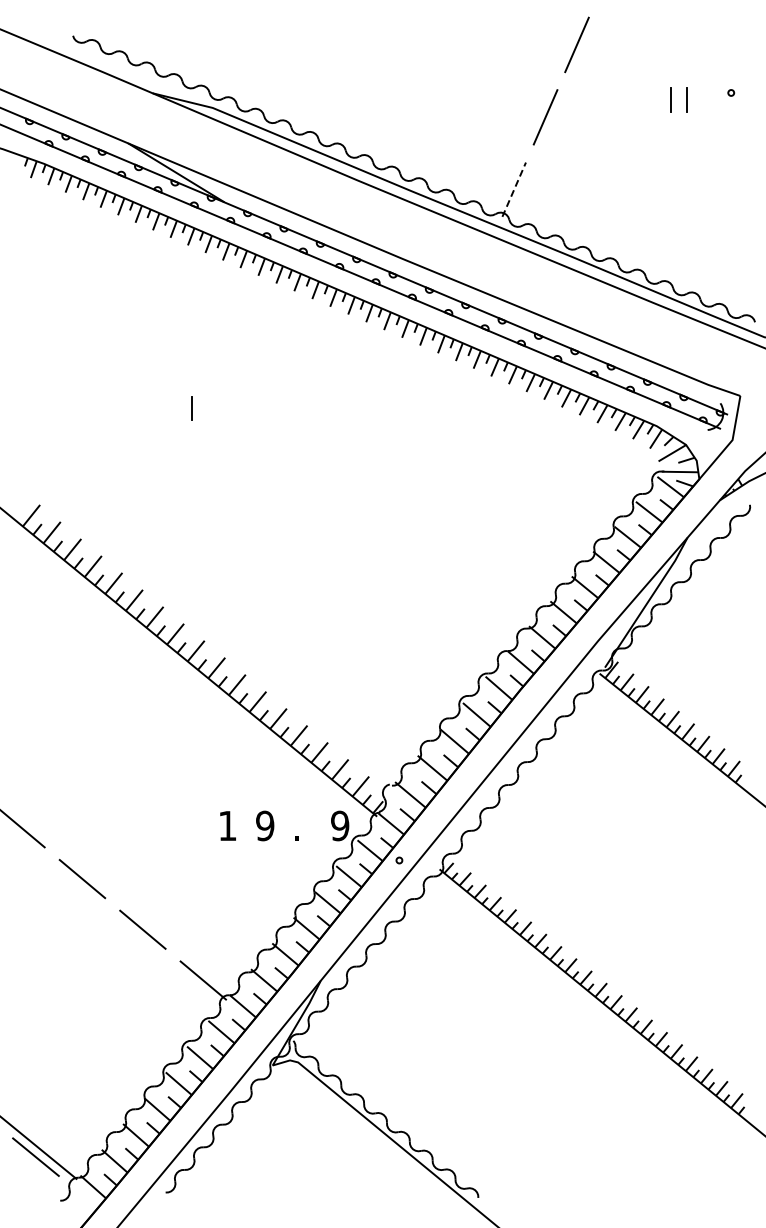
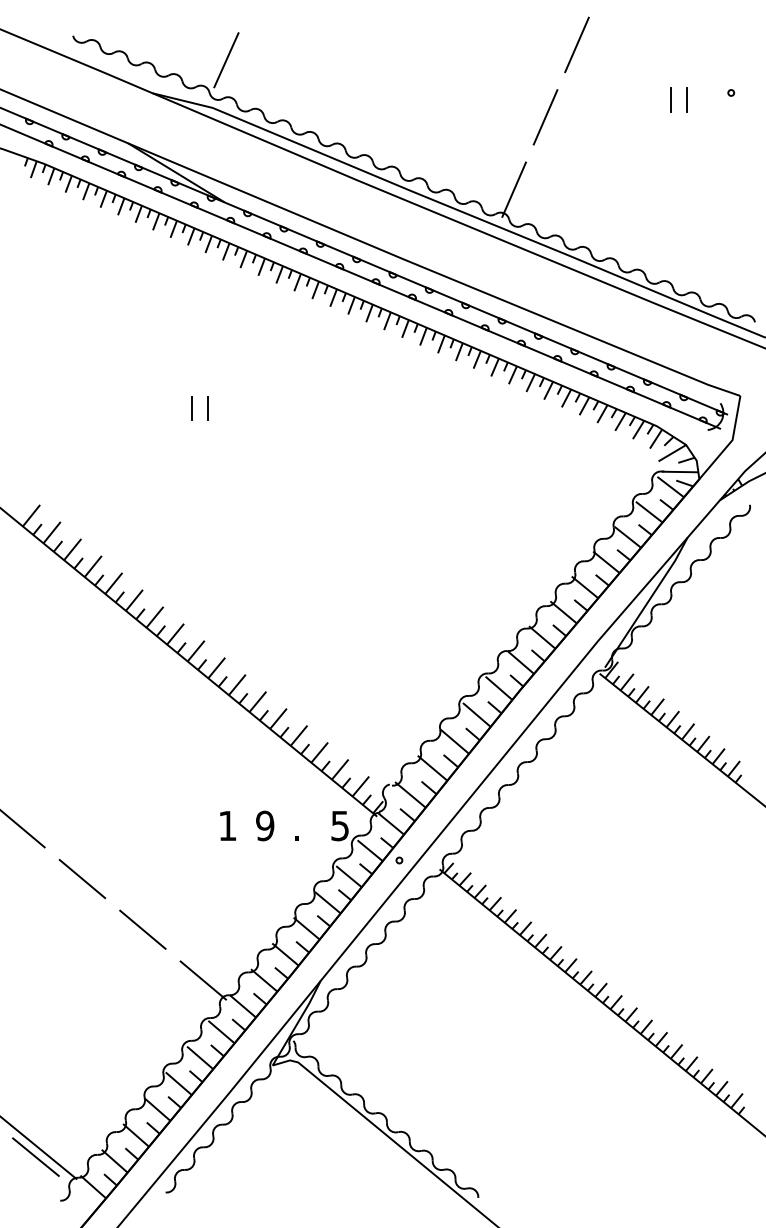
line at (226, 60): none -> present
line at (514, 189): dashed -> solid
line at (207, 408): none -> present
text at (340, 825): 9 -> 5
